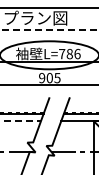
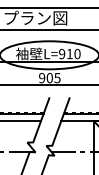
line at (49, 30): dashed -> solid
text at (69, 53): L=786 -> L=910
line at (20, 121): dashed -> solid
